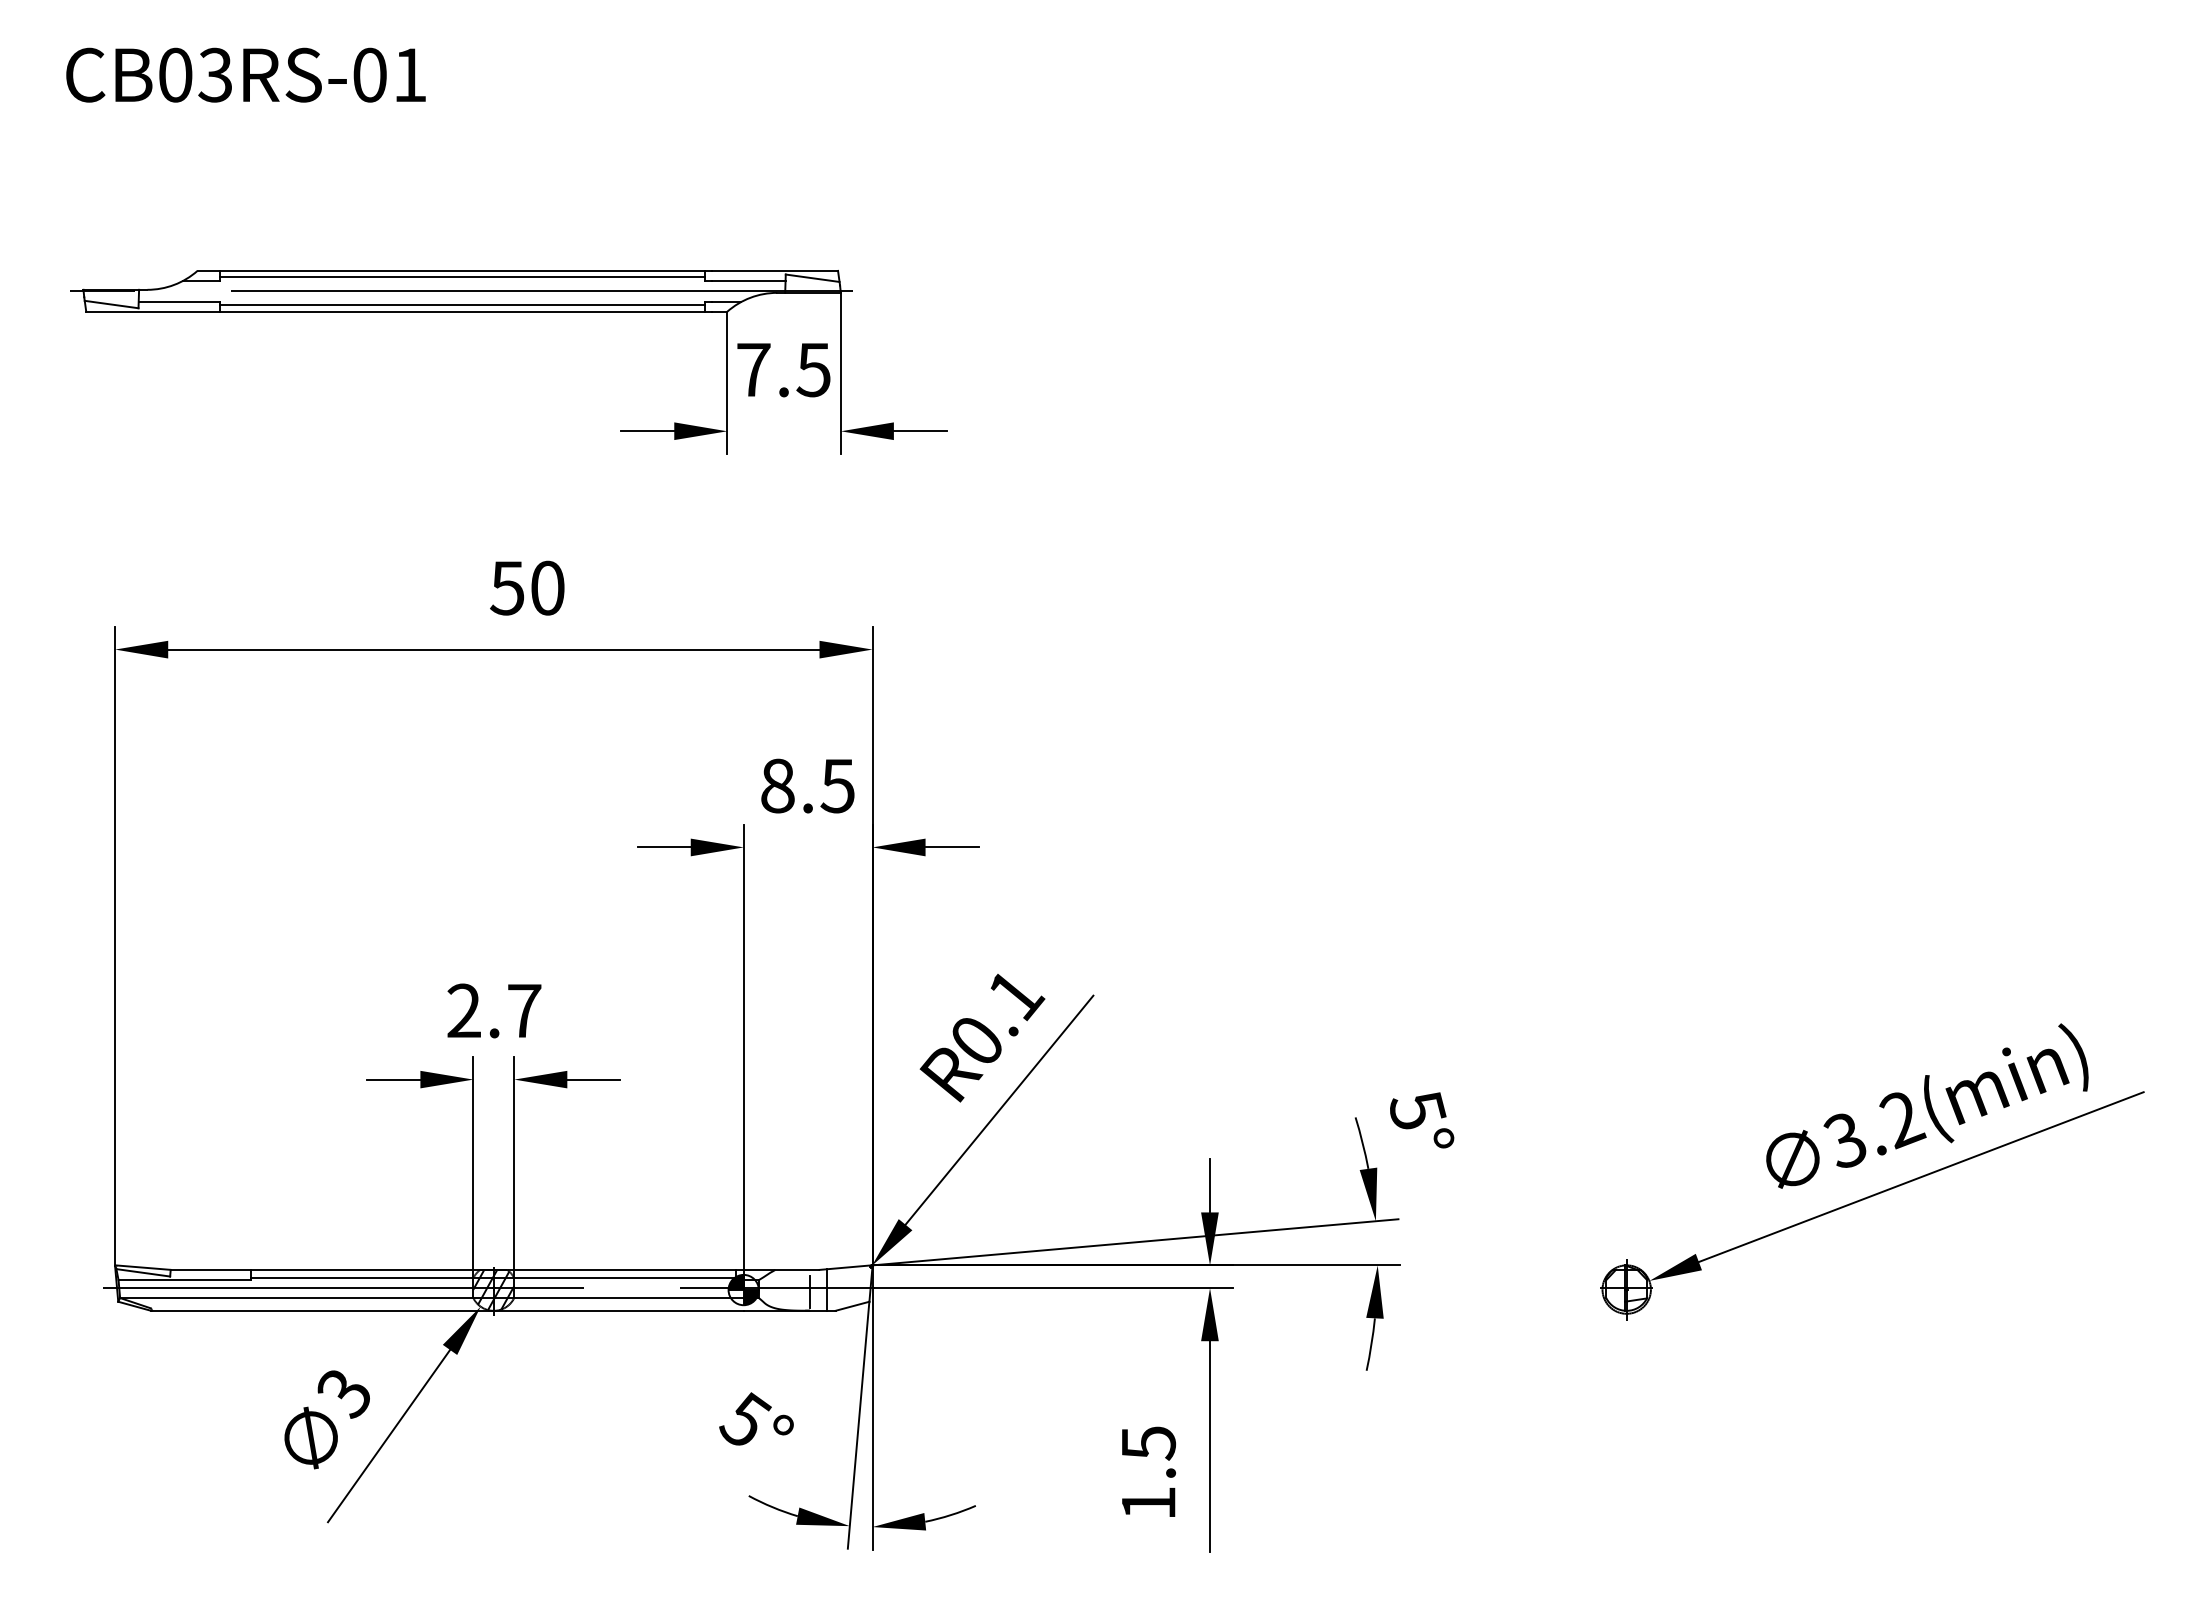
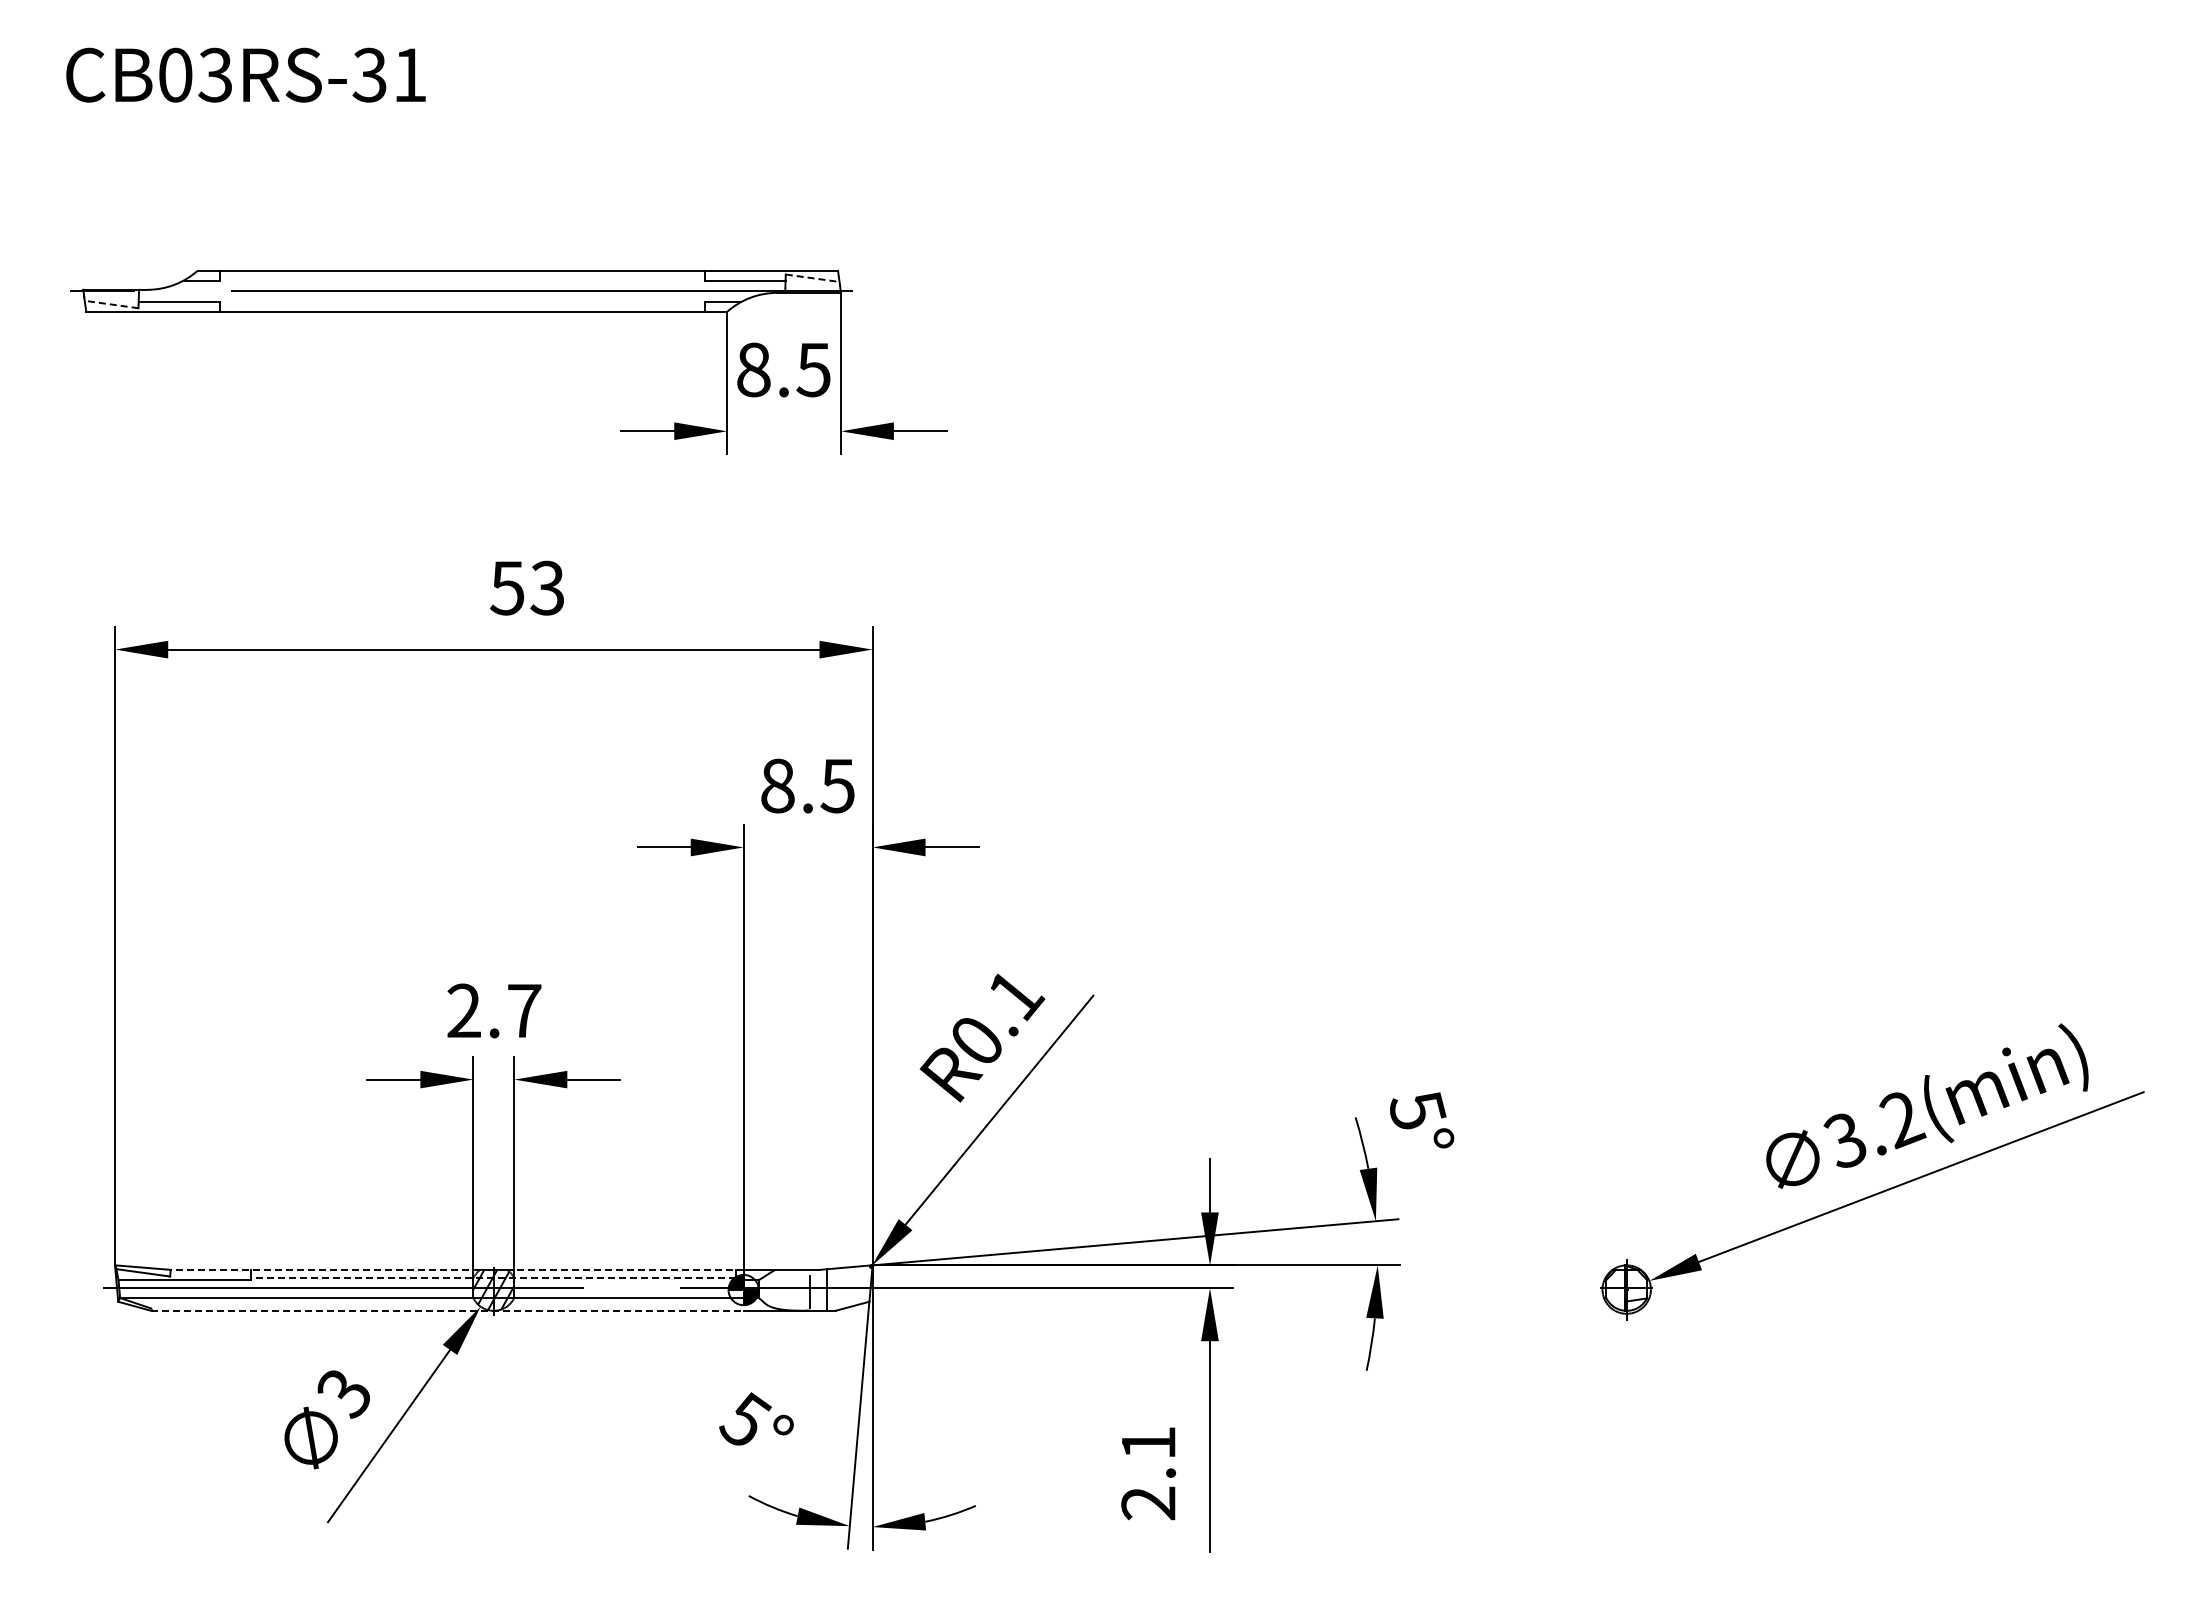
text at (369, 74): CB03RS-01 -> CB03RS-31
line at (461, 277): present -> none
line at (813, 278): solid -> dashed
line at (111, 304): solid -> dashed
line at (461, 305): present -> none
text at (753, 369): 7.5 -> 8.5
text at (547, 587): 50 -> 53
line at (456, 1269): solid -> dashed
line at (493, 1278): solid -> dashed
line at (448, 1310): solid -> dashed
text at (1148, 1473): 1.5 -> 2.1
